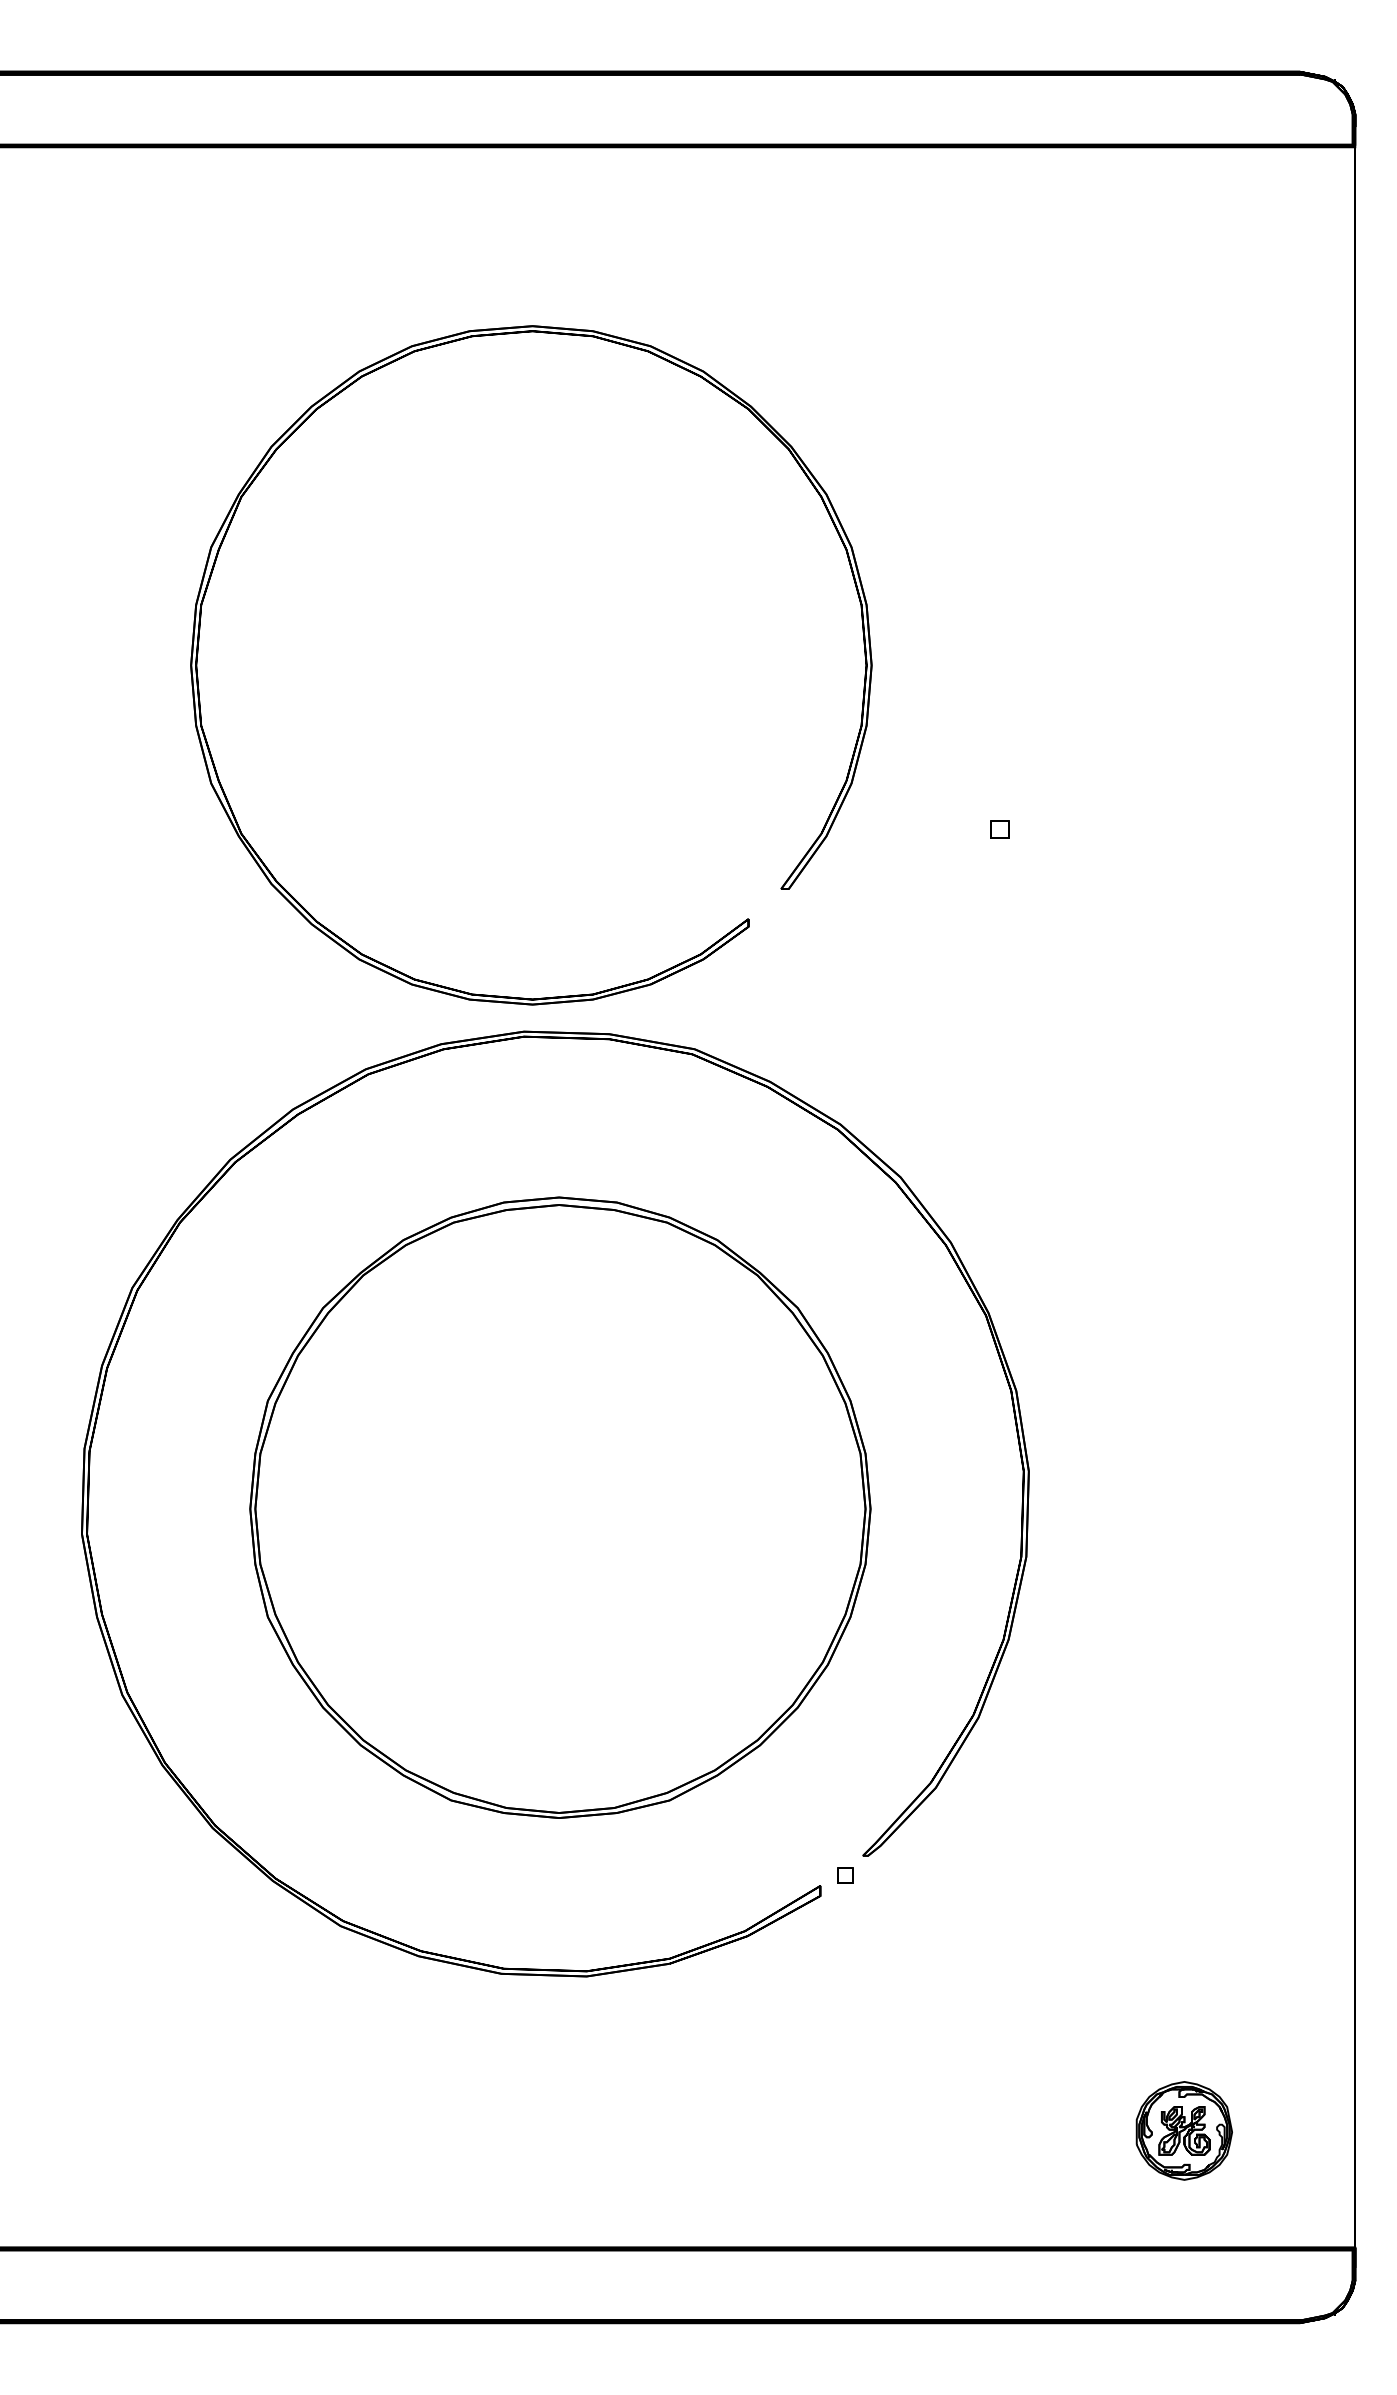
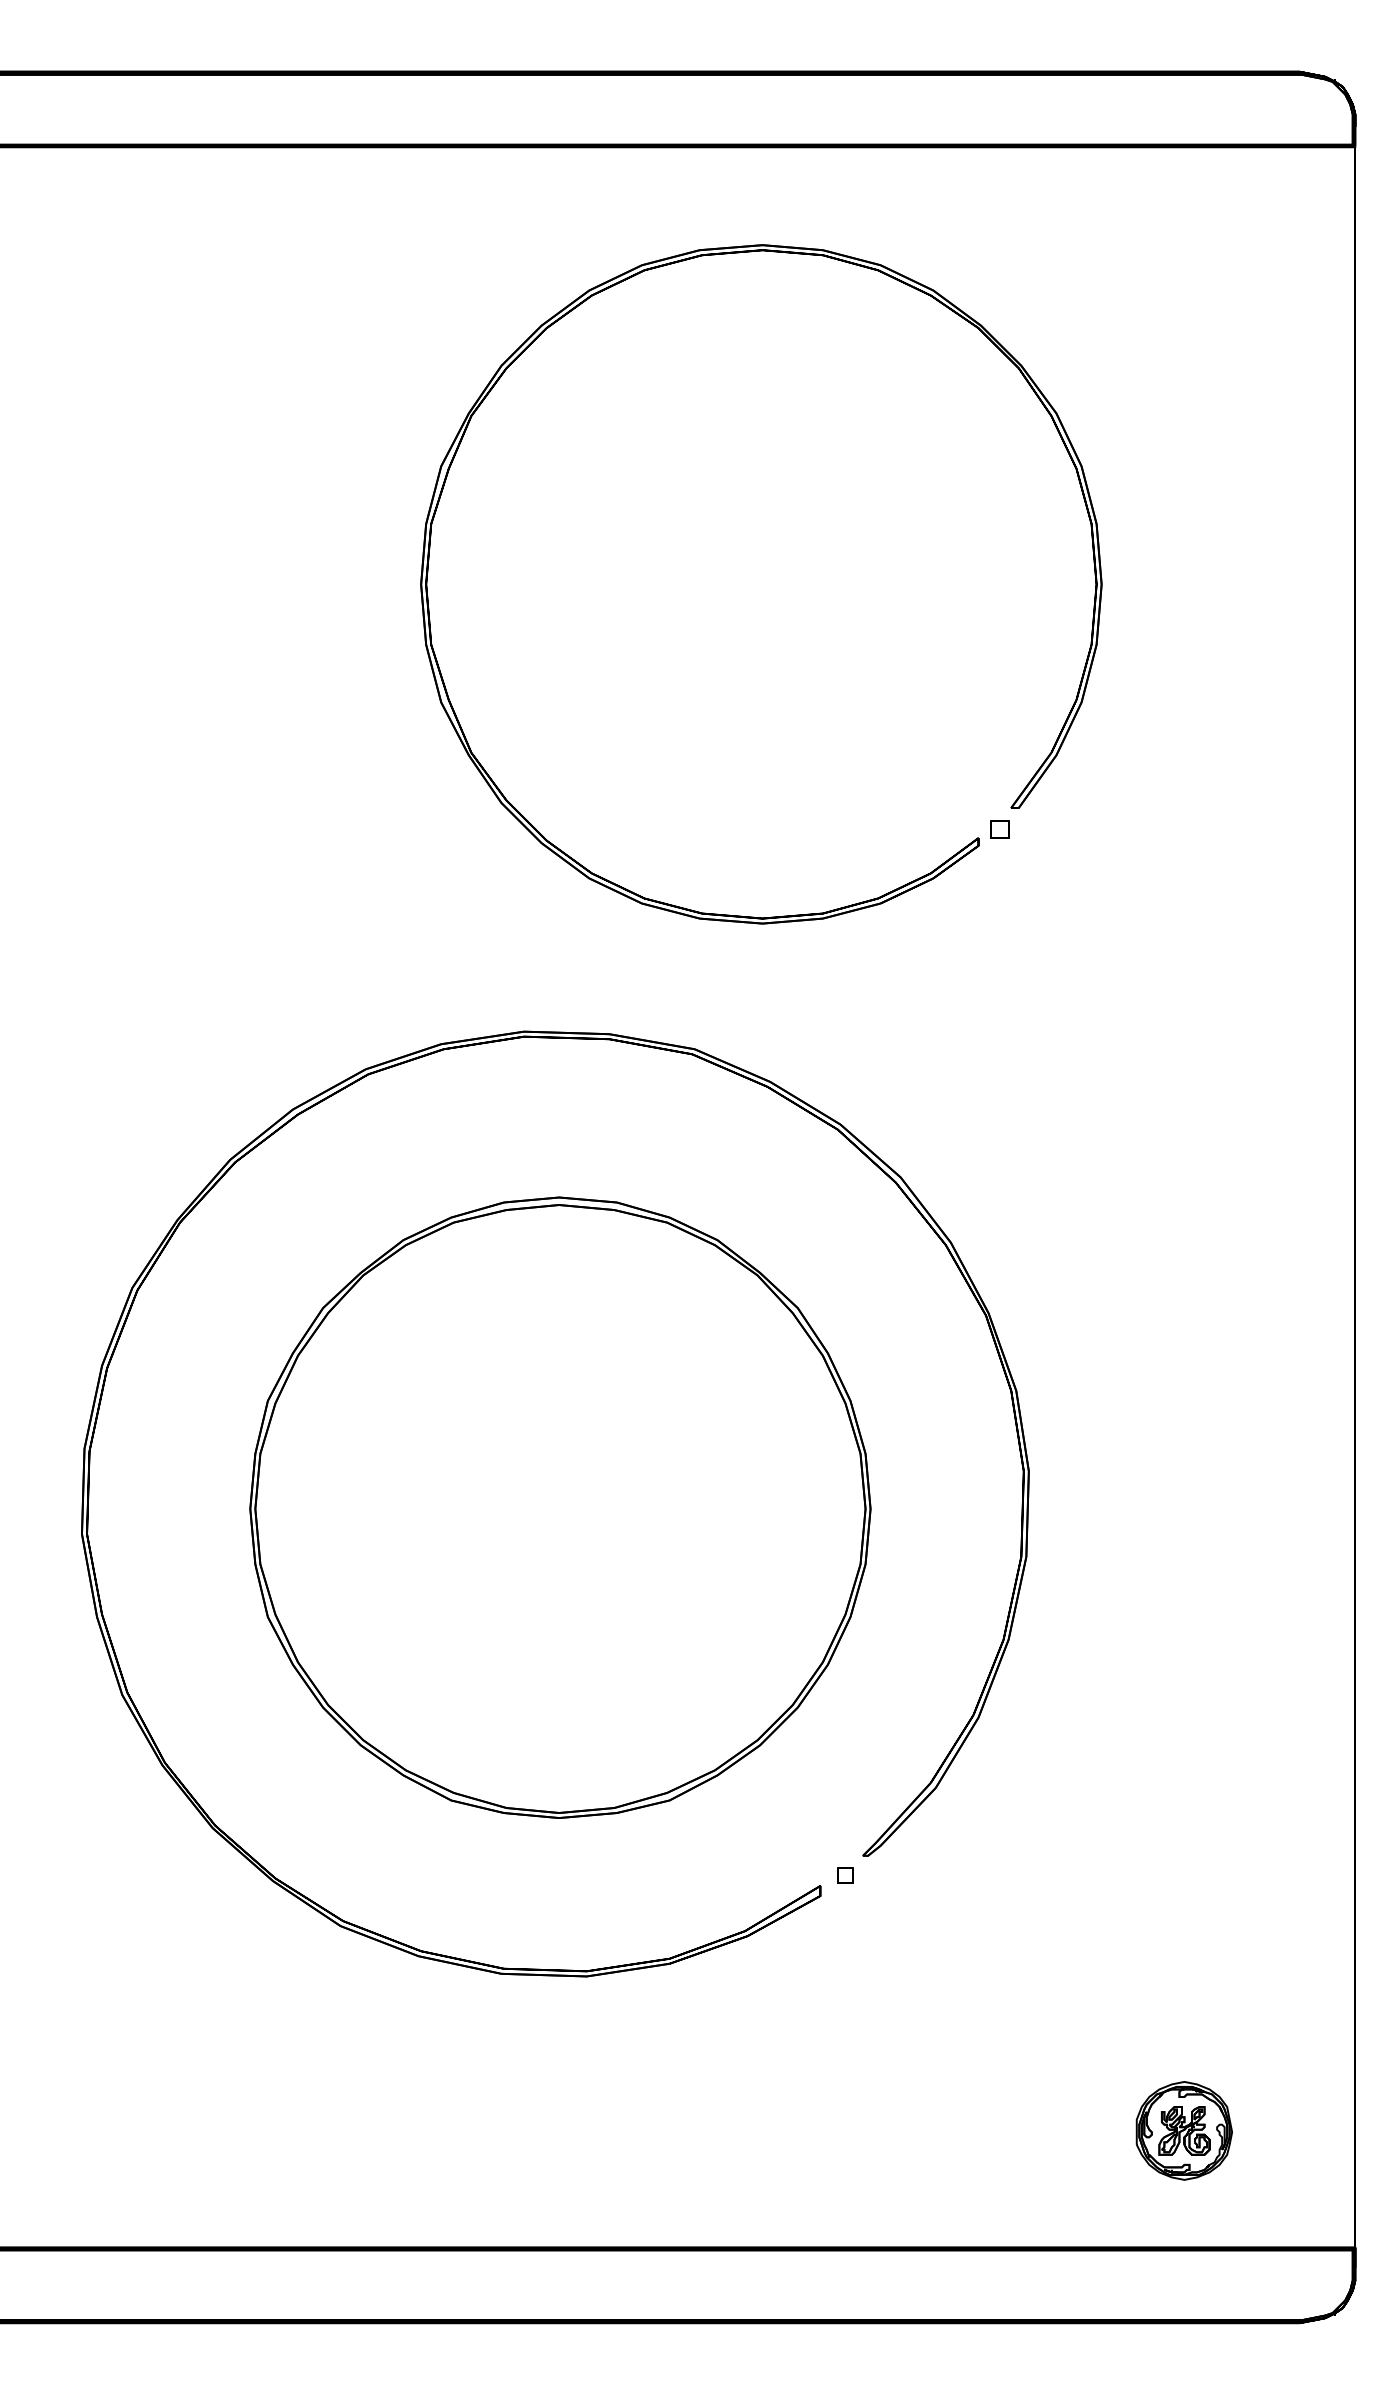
part at (499, 995) position: (499, 995) -> (729, 914)
